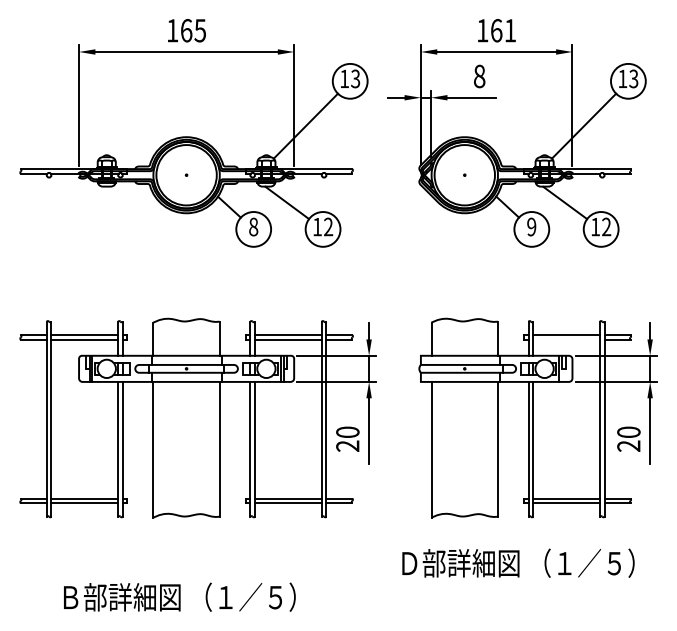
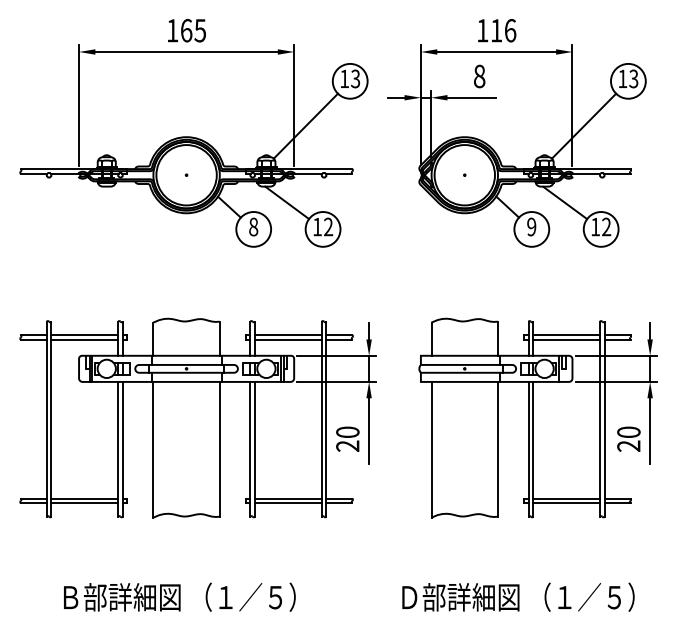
text at (503, 30): 161 -> 116
line at (566, 339): none -> present
text at (518, 562) position: (518, 562) -> (518, 596)
